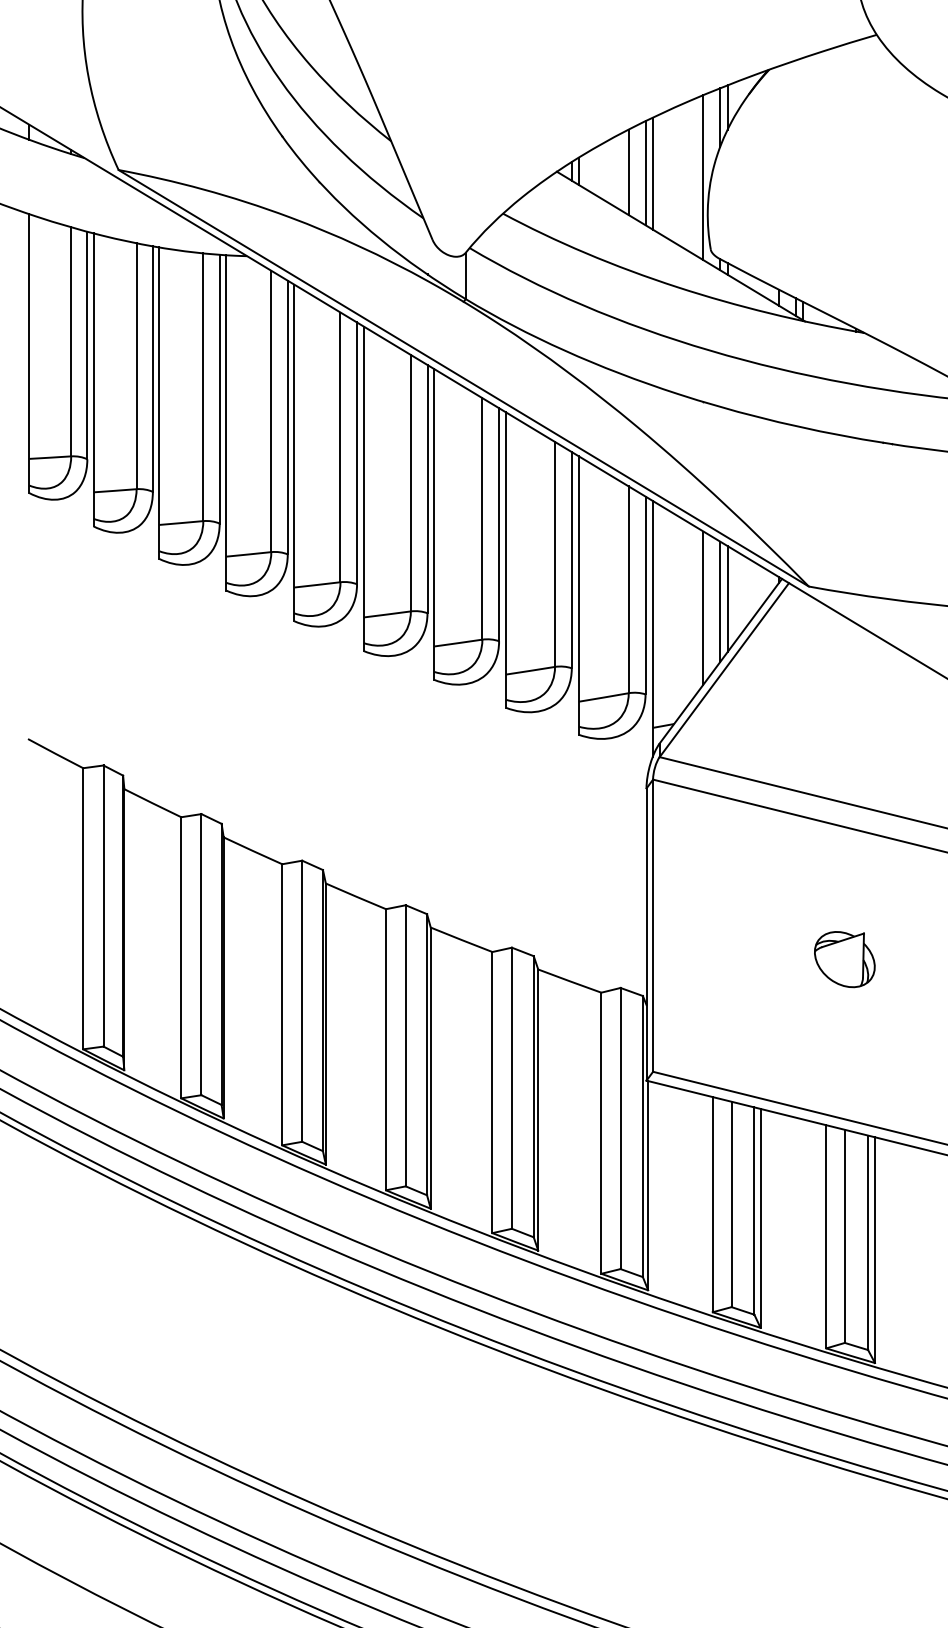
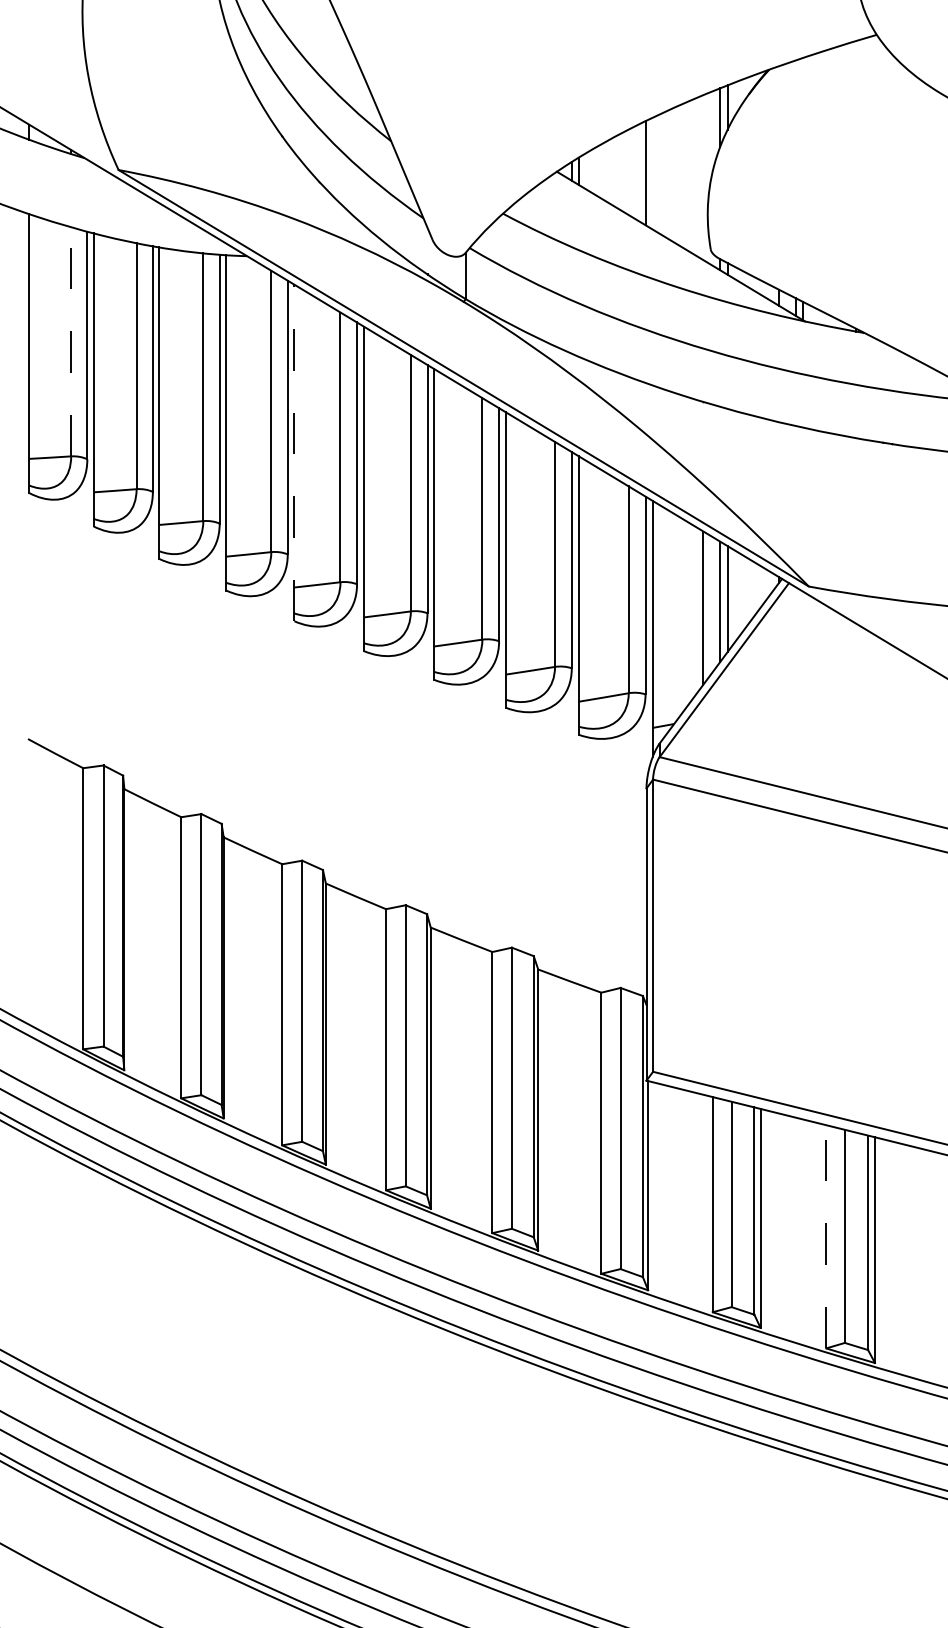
line at (628, 172): present -> none
line at (652, 173): present -> none
line at (703, 177): present -> none
line at (71, 341): solid -> dashed
line at (294, 452): solid -> dashed
part at (844, 959): present -> none
line at (826, 1236): solid -> dashed
